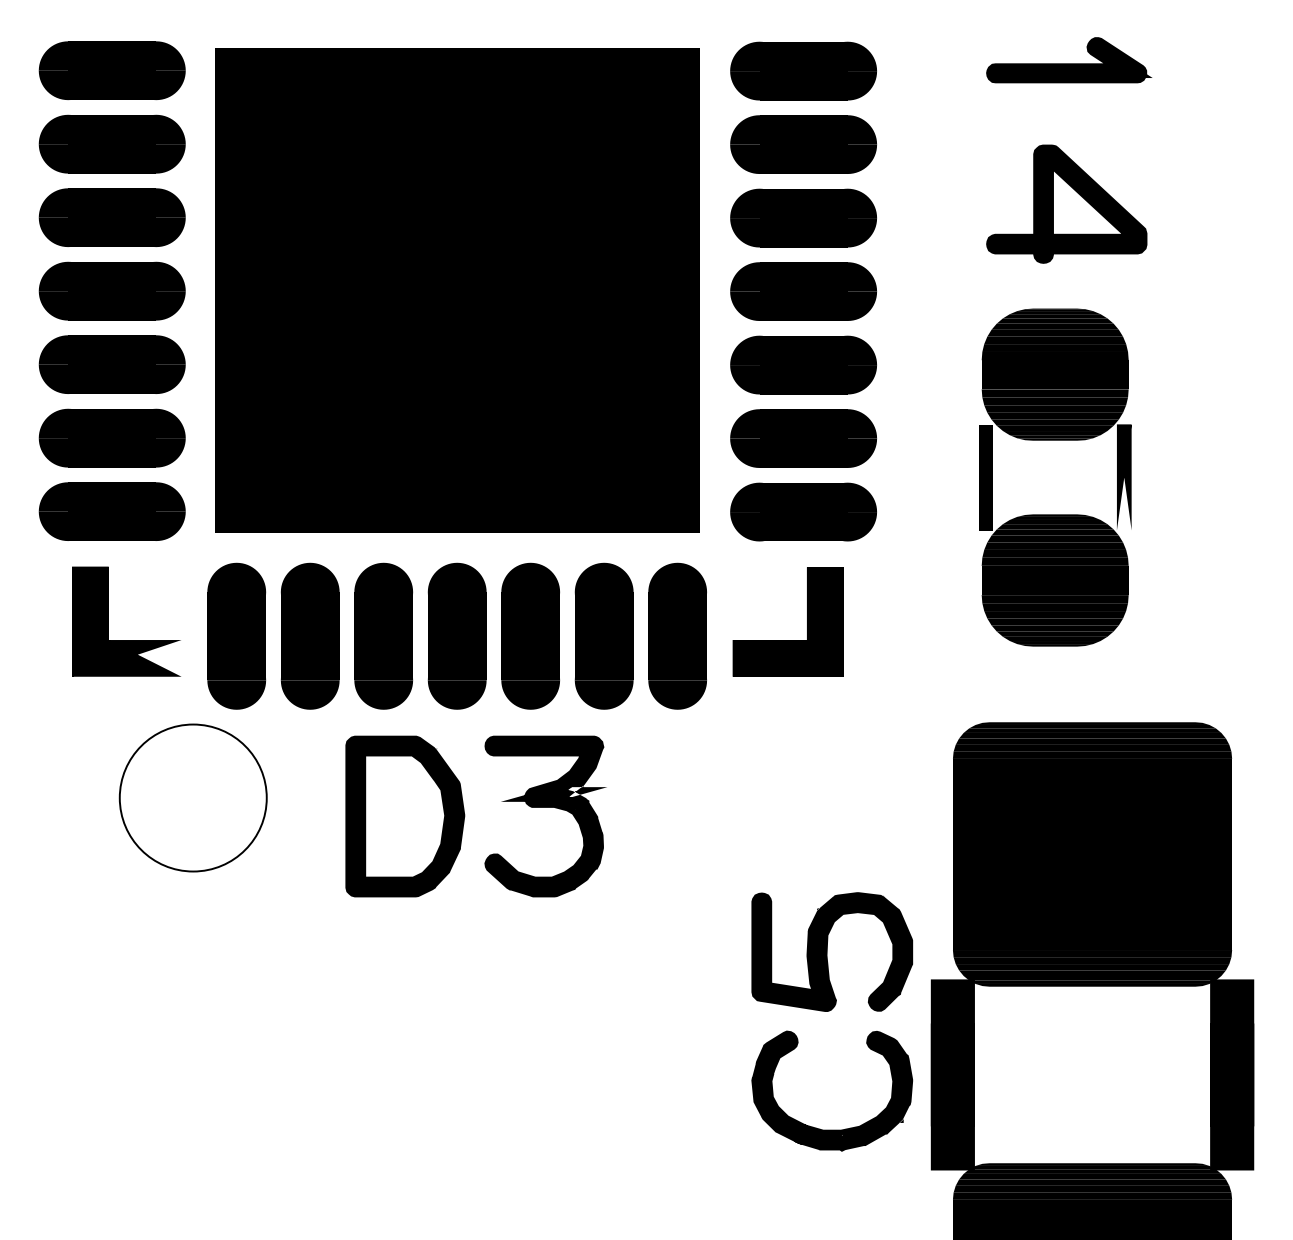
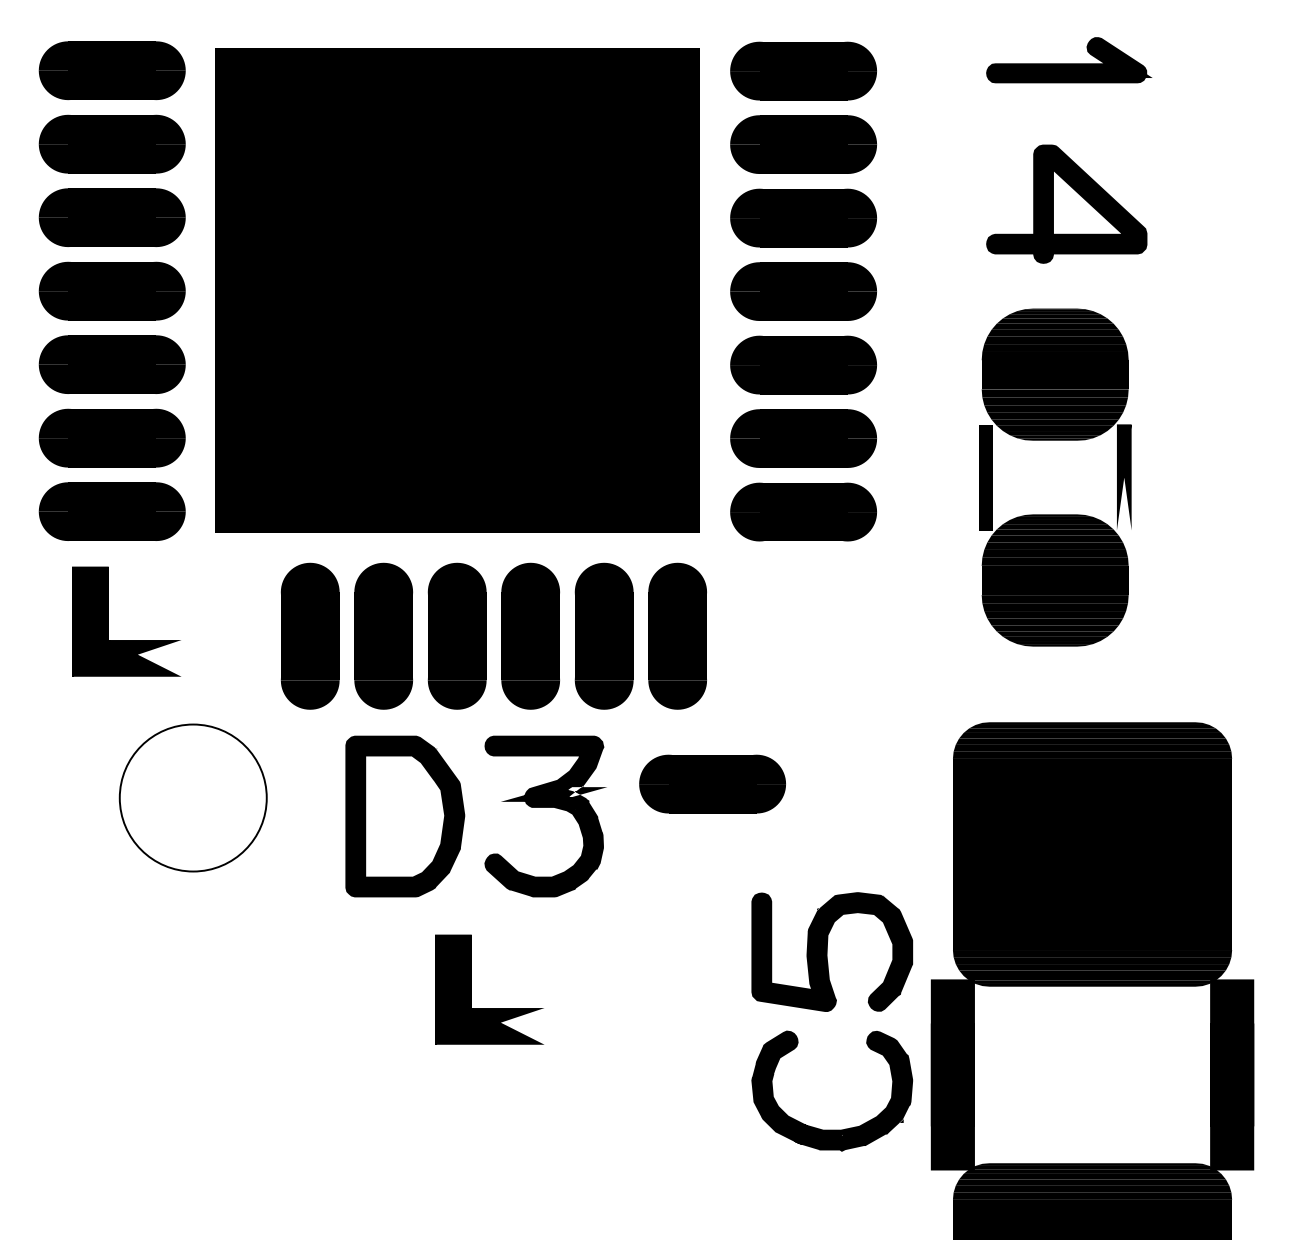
part at (236, 635): present -> none
part at (787, 640): present -> none
part at (712, 783): none -> present
part at (471, 989): none -> present
